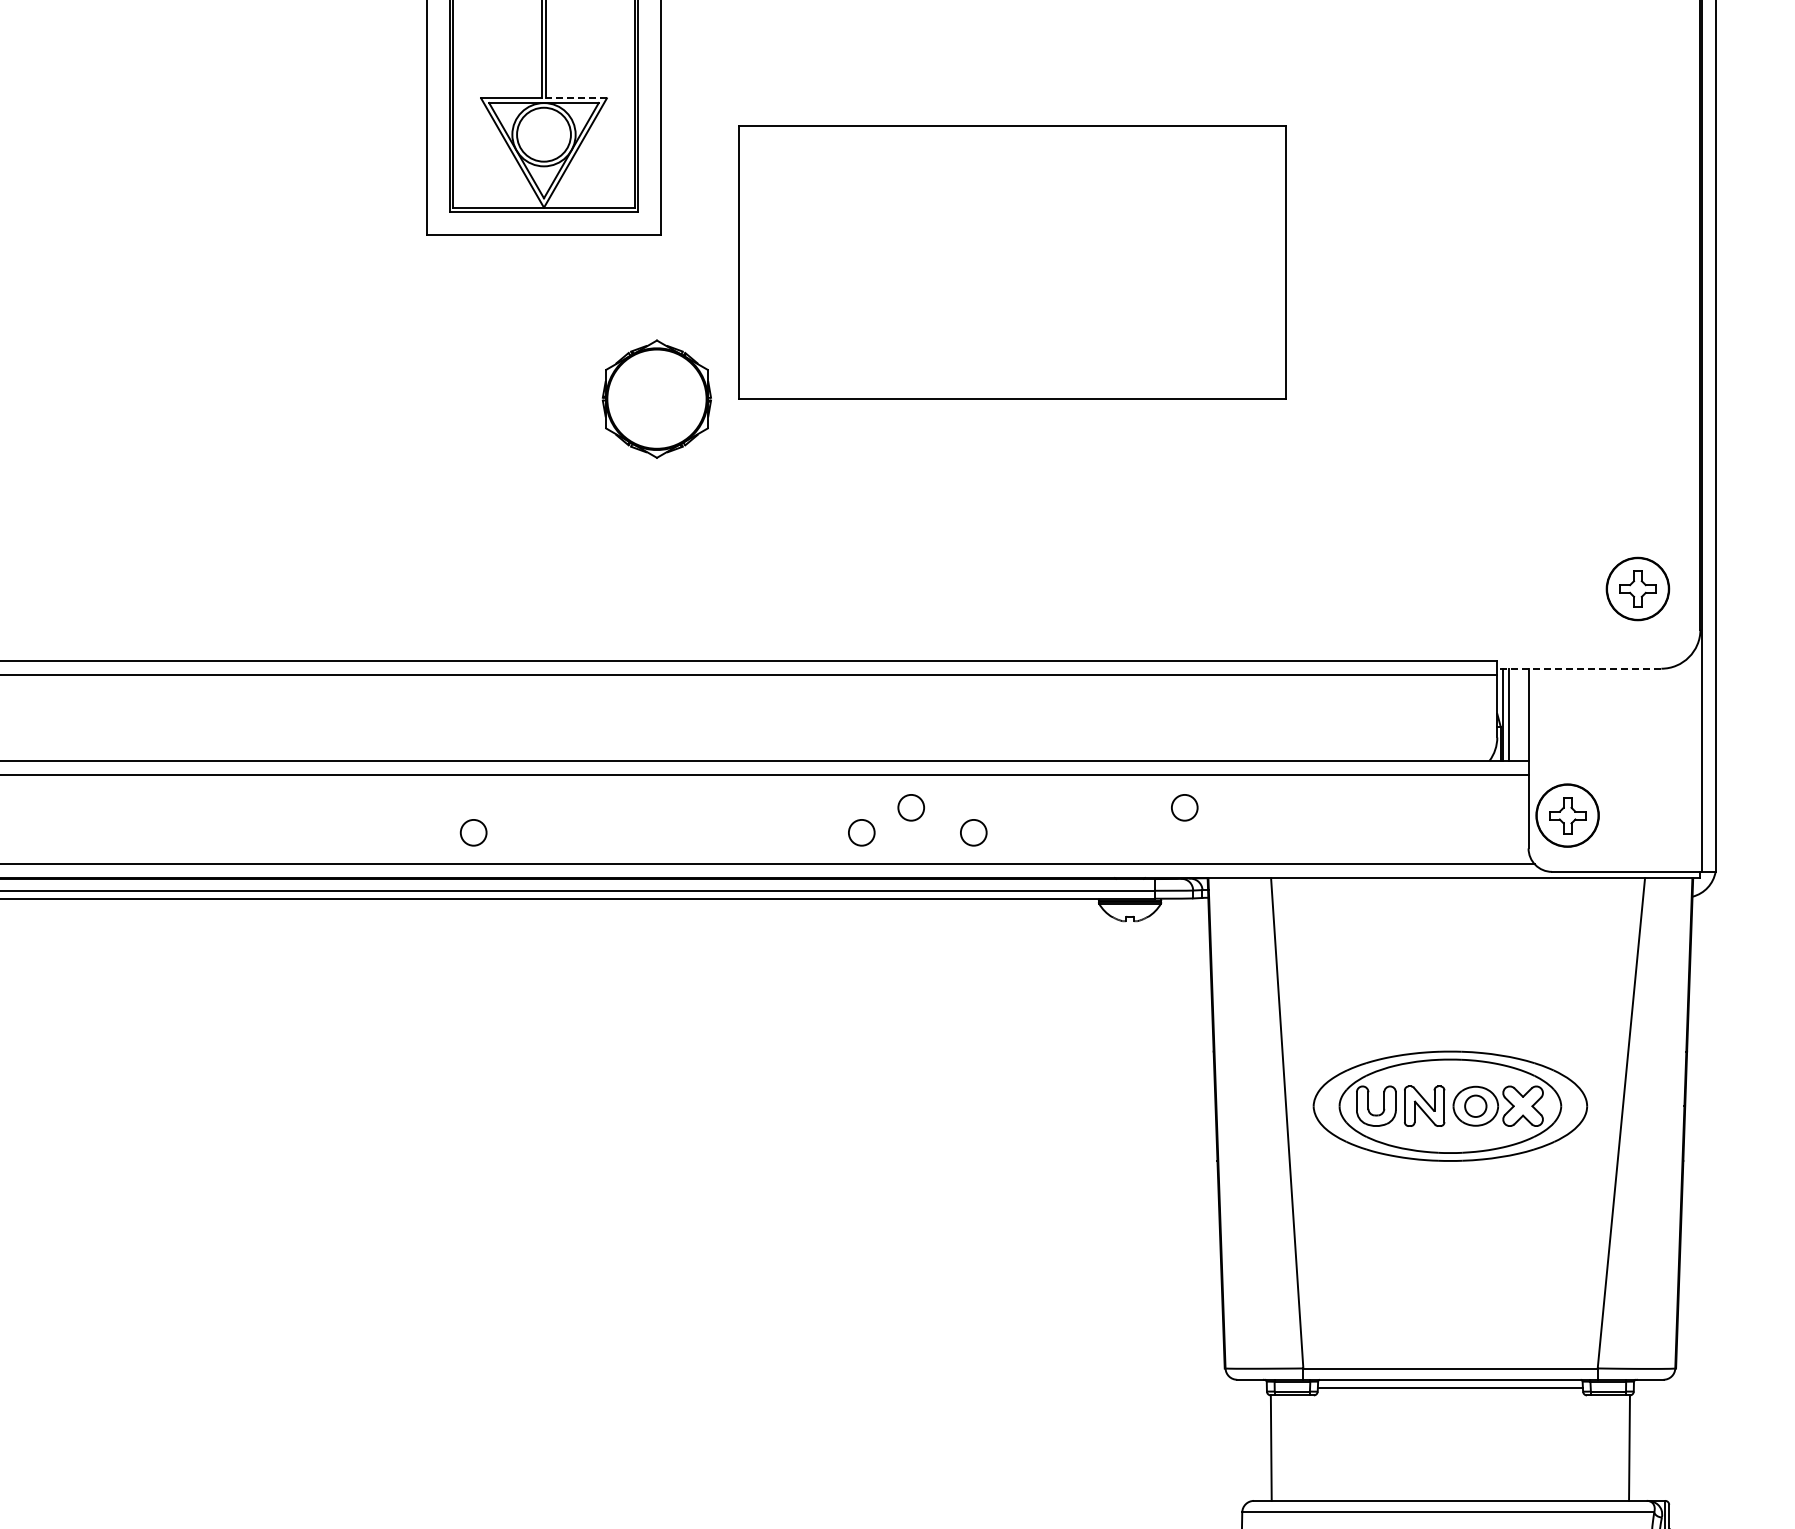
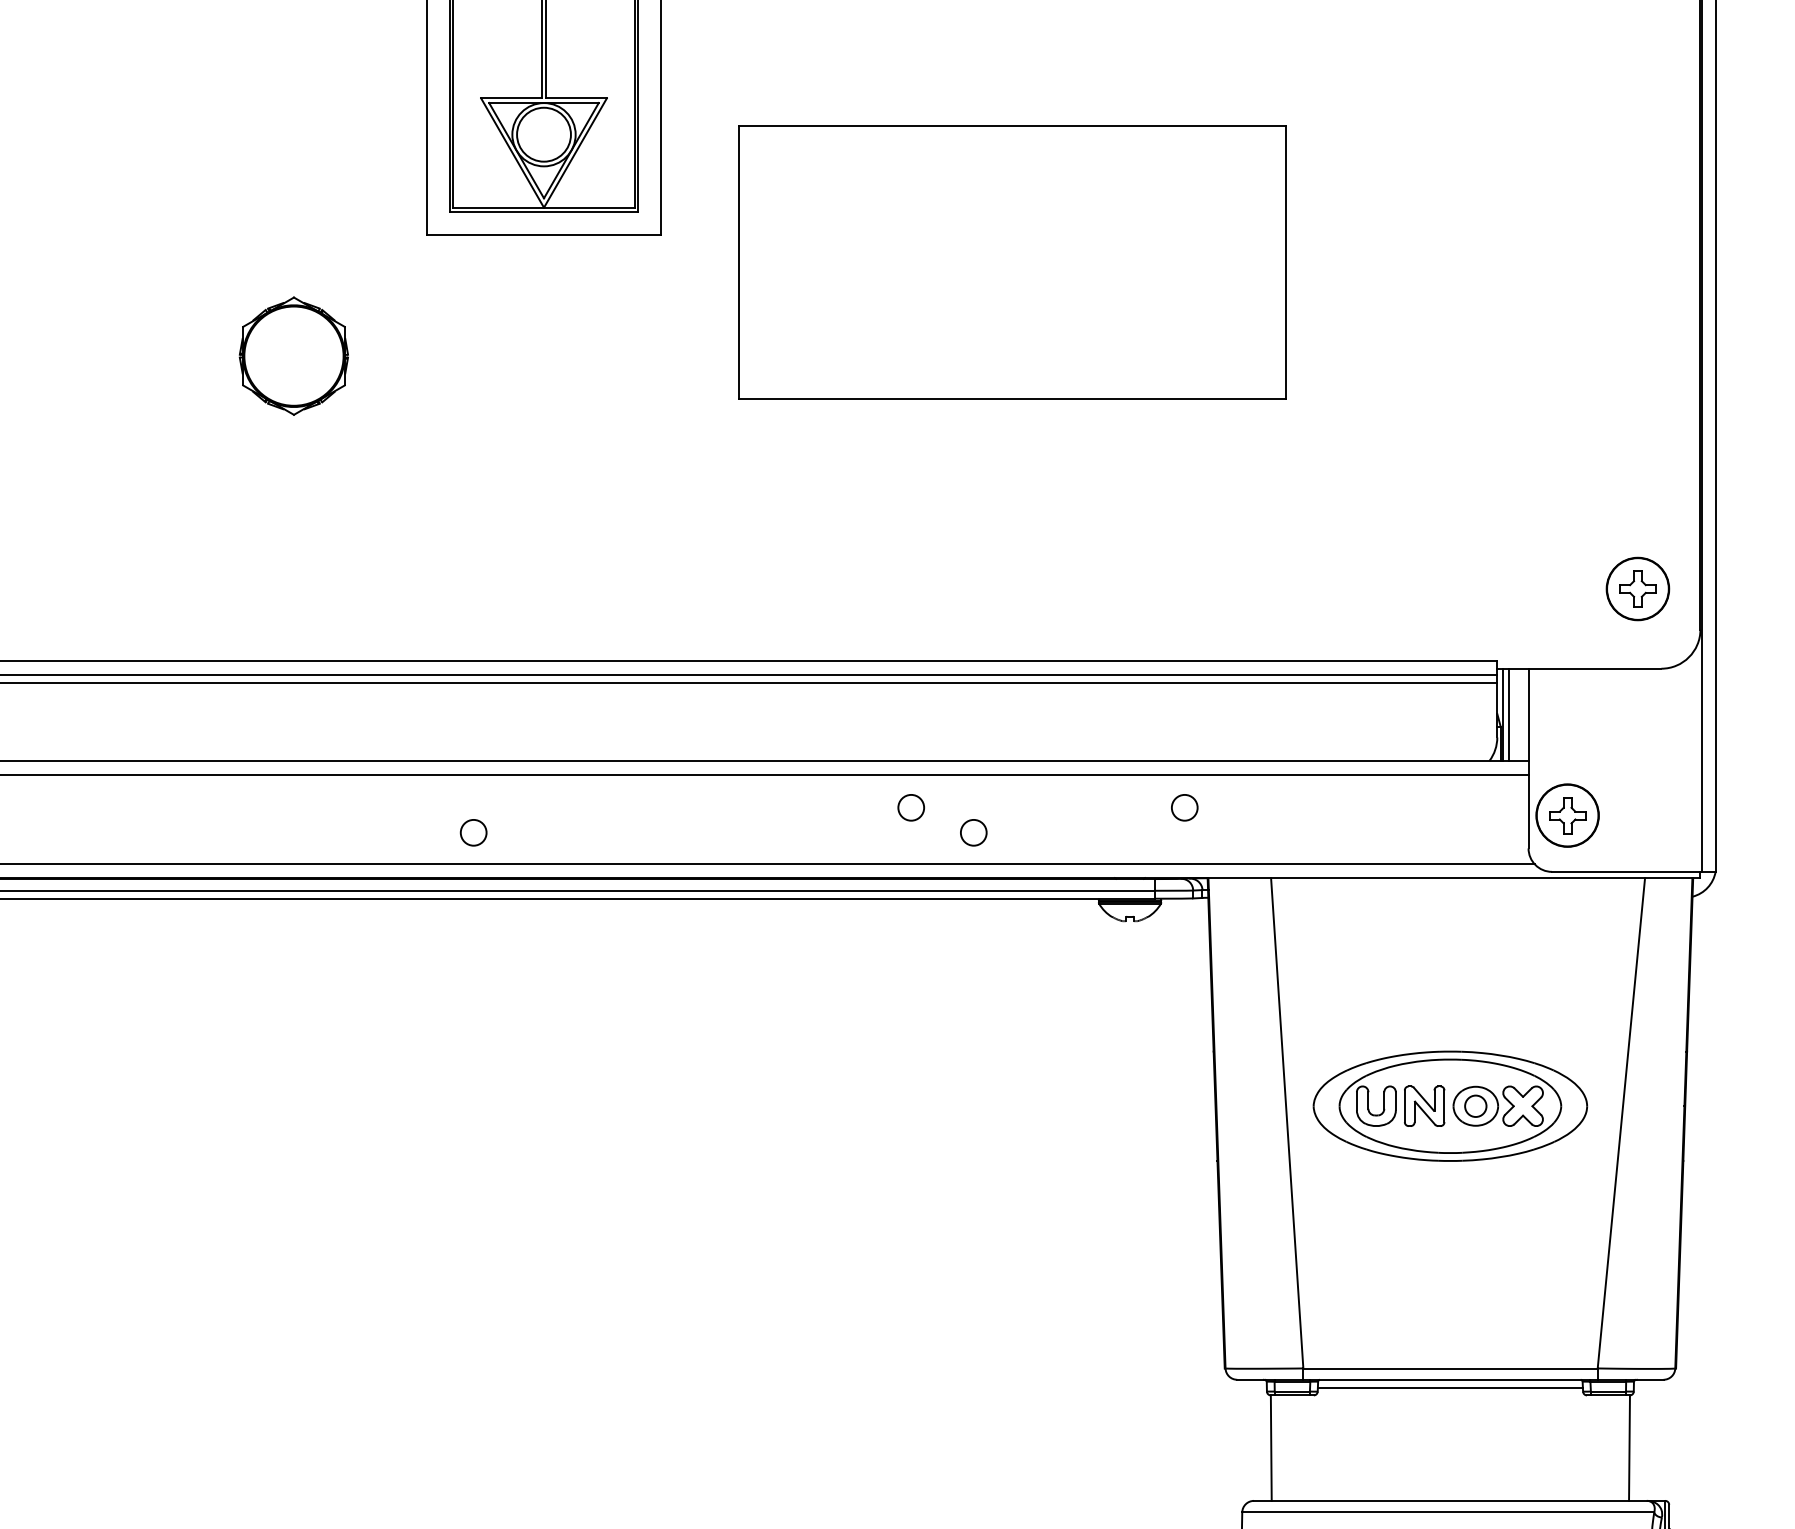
line at (576, 98): dashed -> solid
part at (656, 398) position: (656, 398) -> (293, 355)
line at (1578, 668): dashed -> solid
line at (749, 682): none -> present
circle at (861, 832): present -> none
